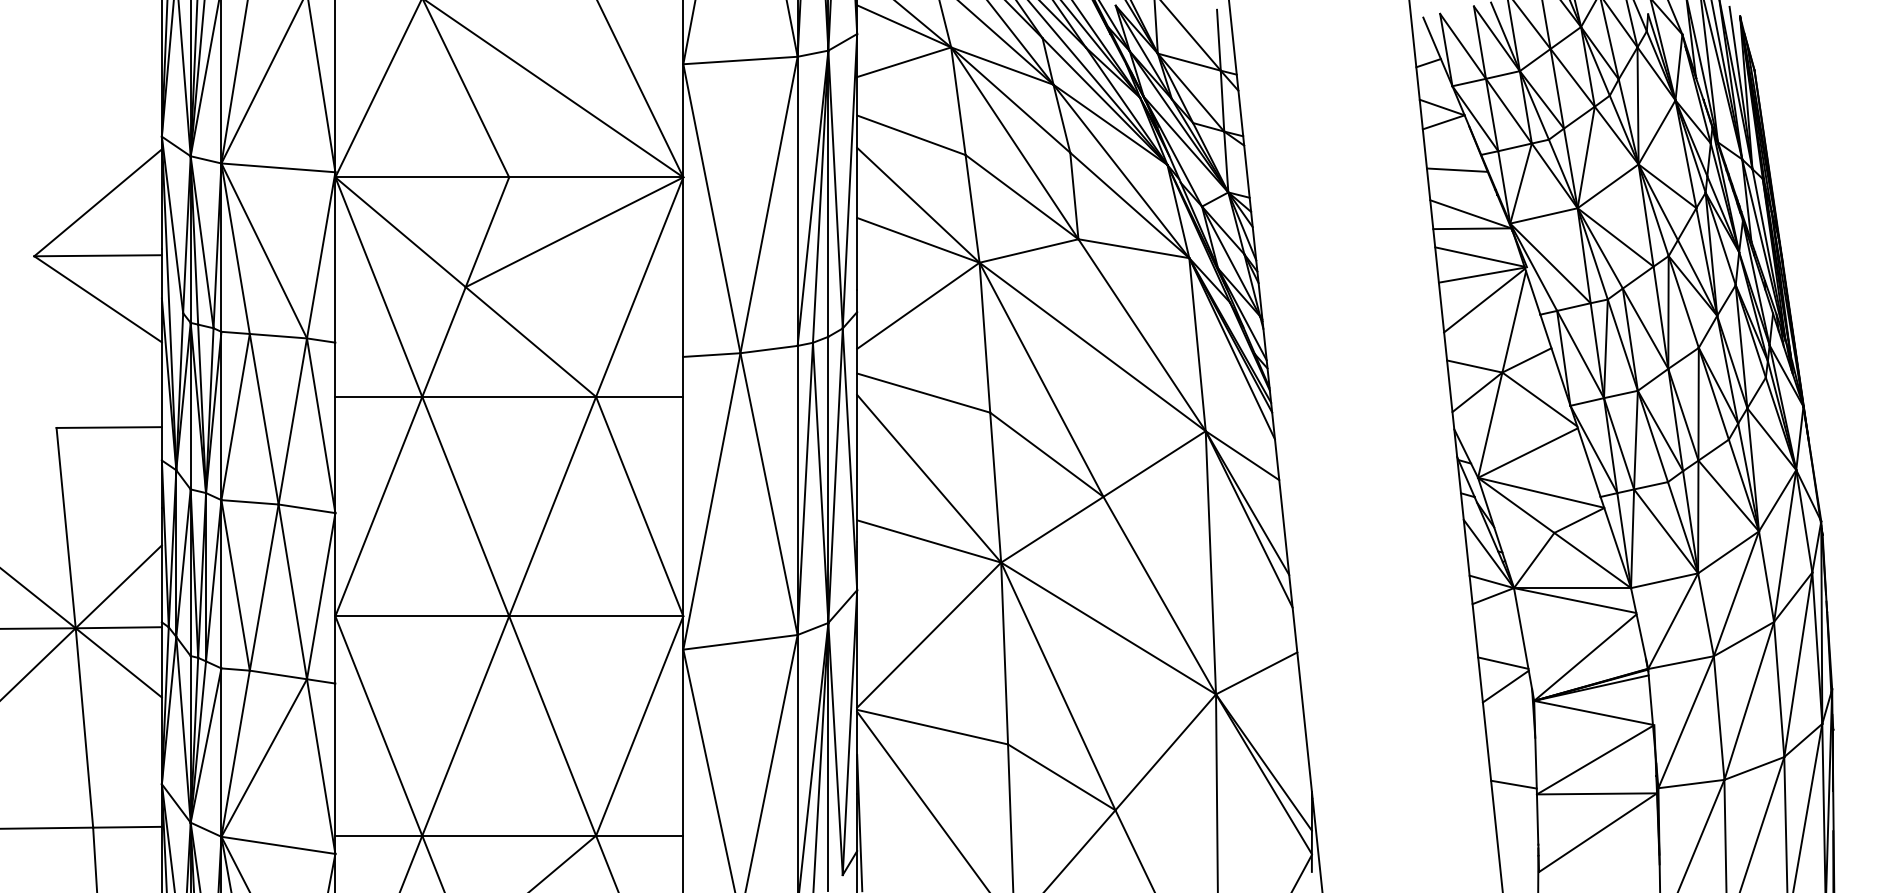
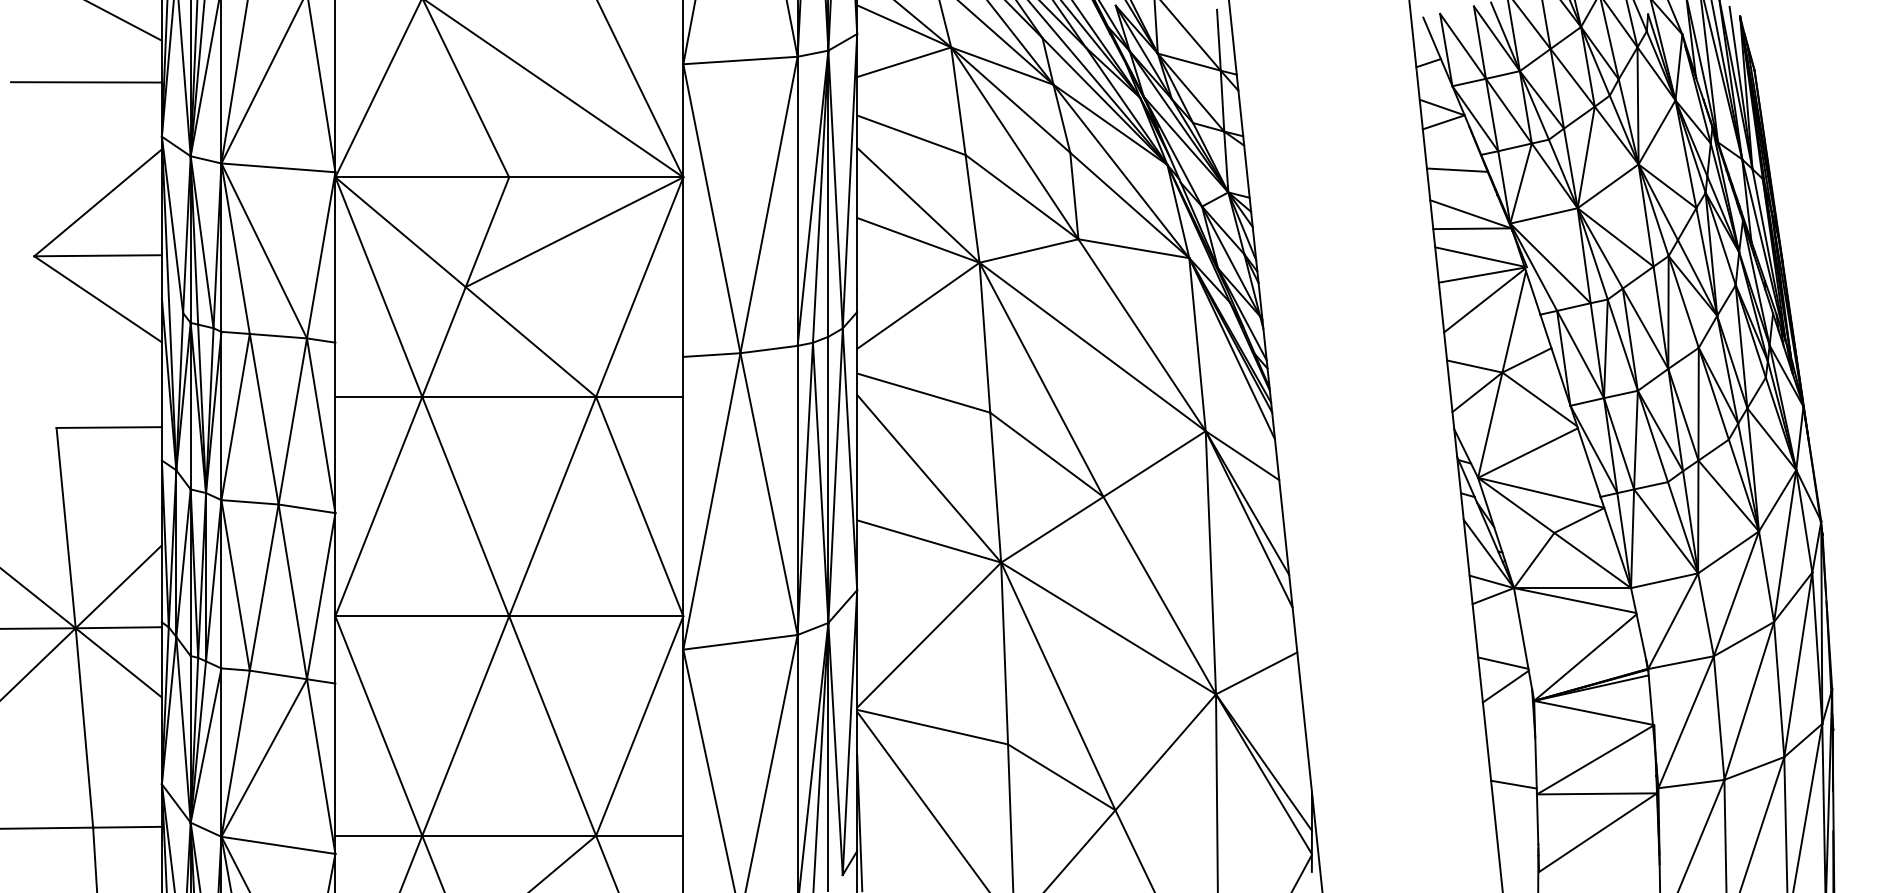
line at (124, 21): none -> present
line at (86, 82): none -> present
